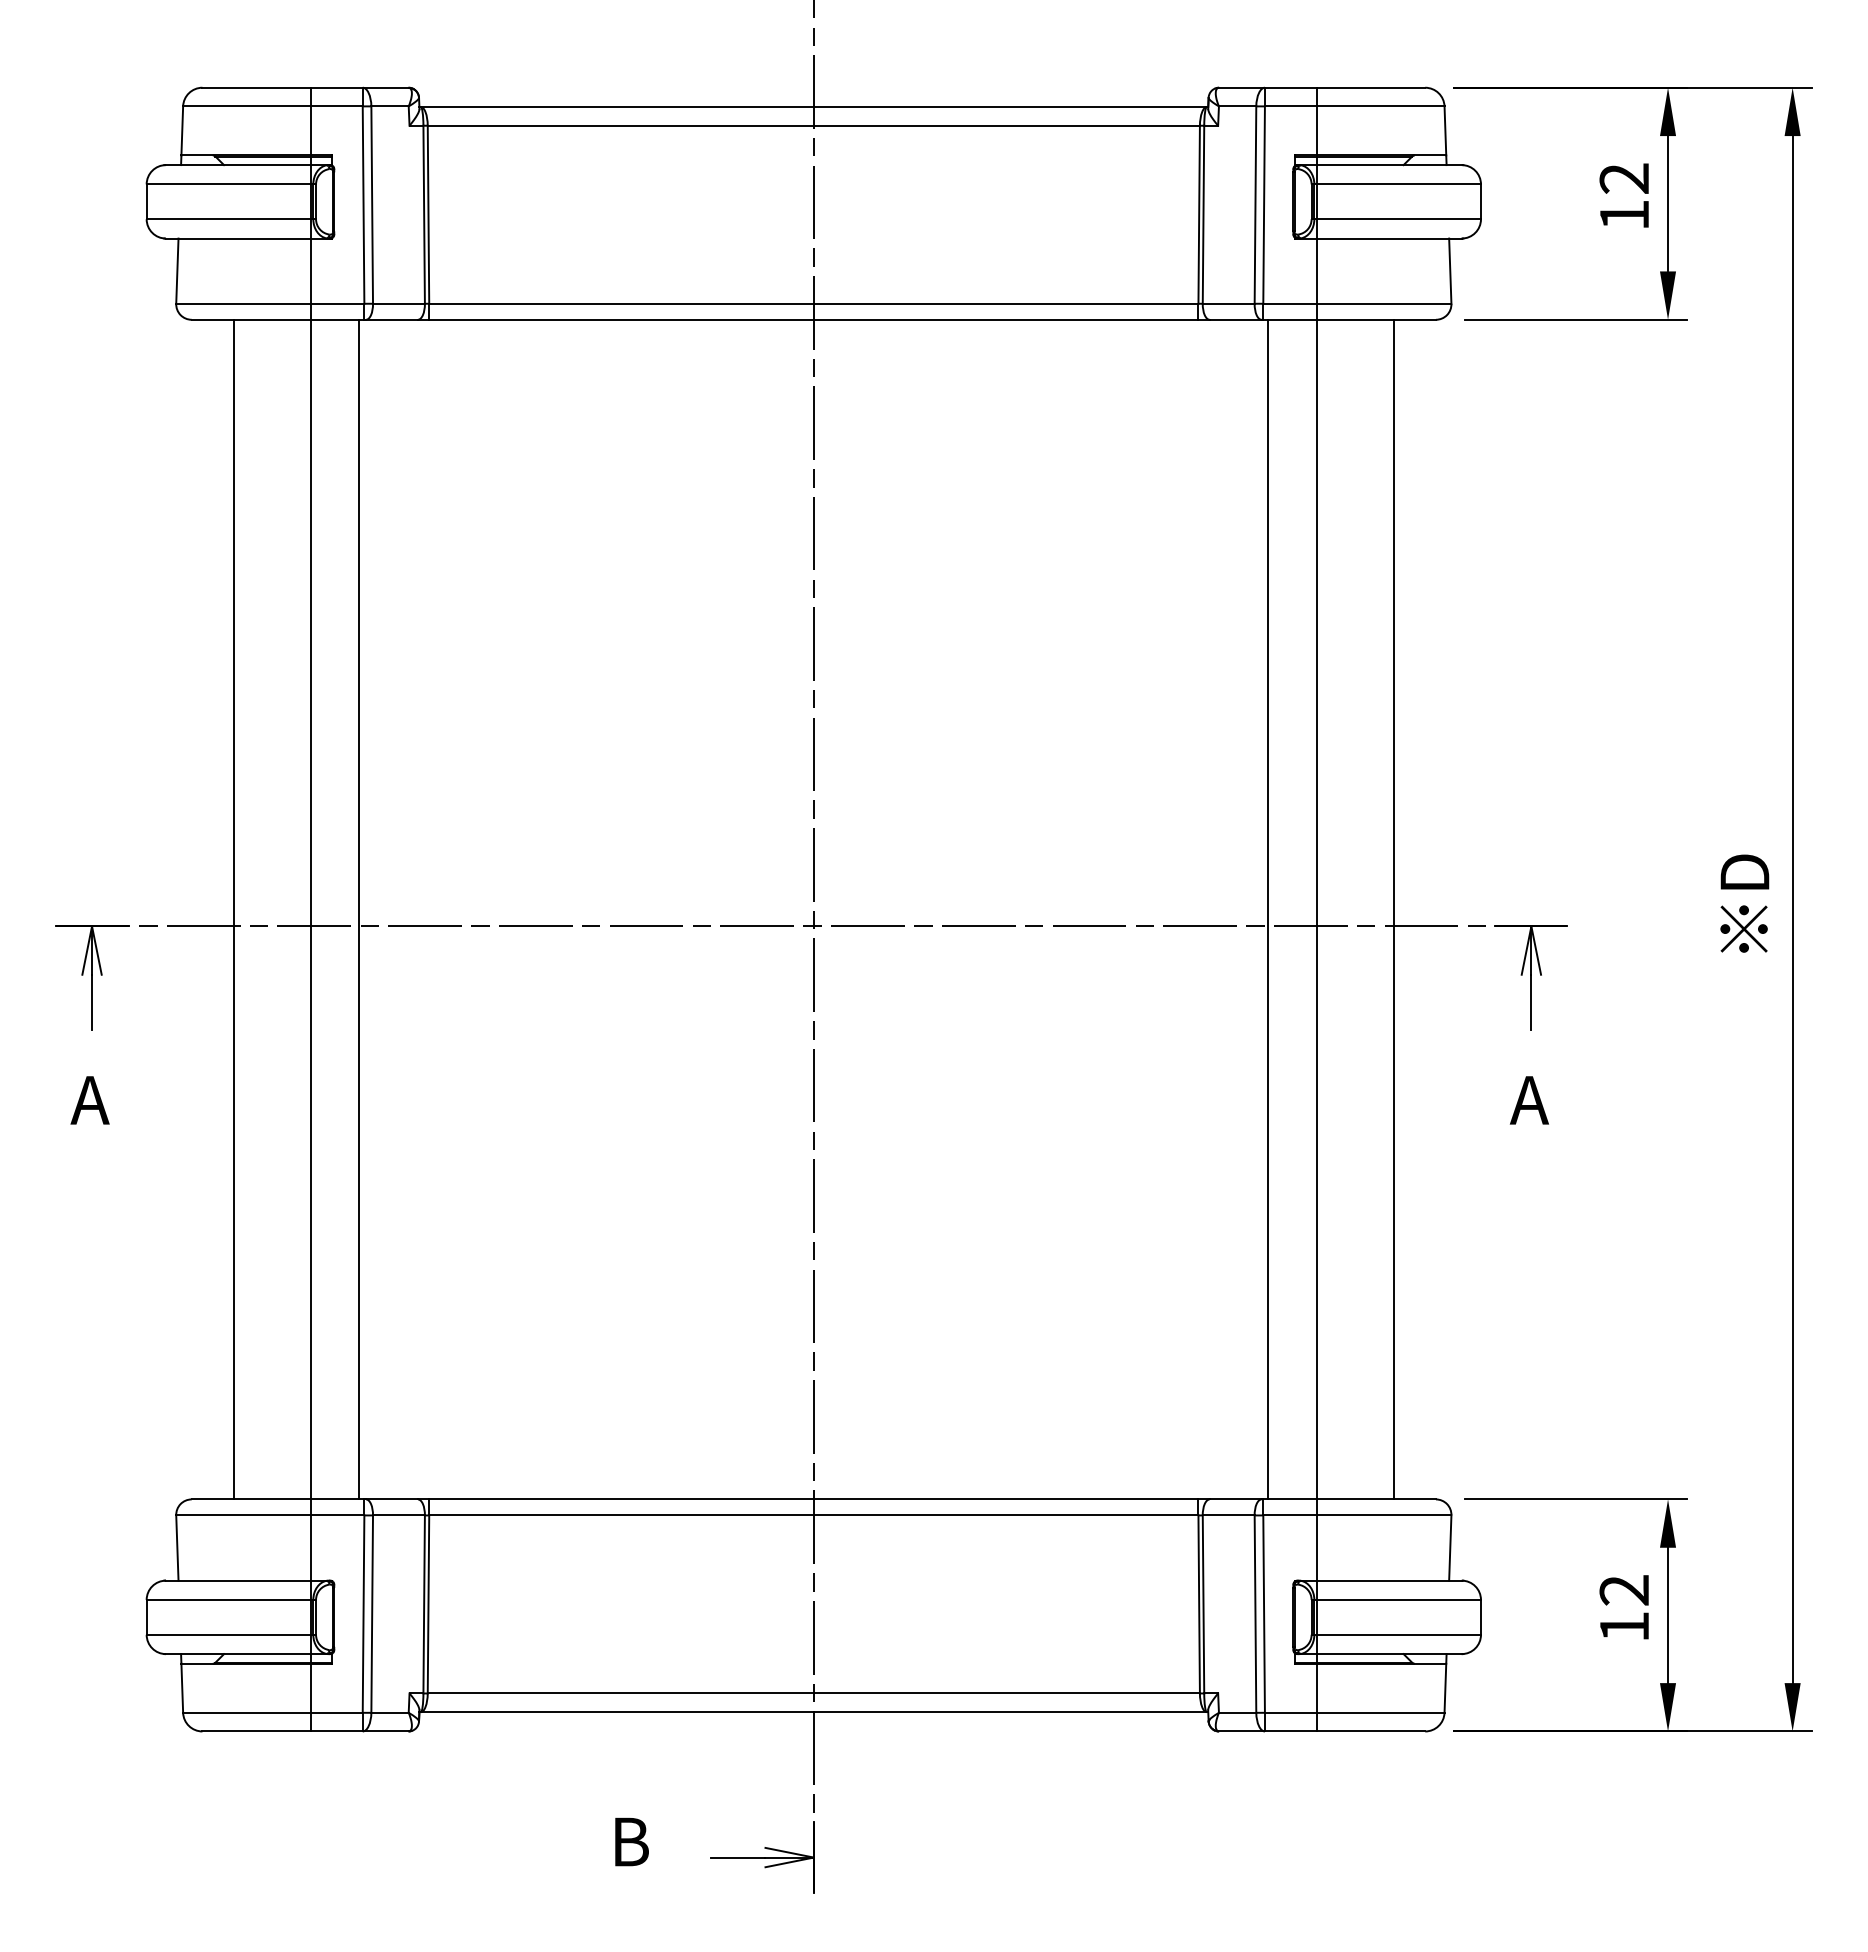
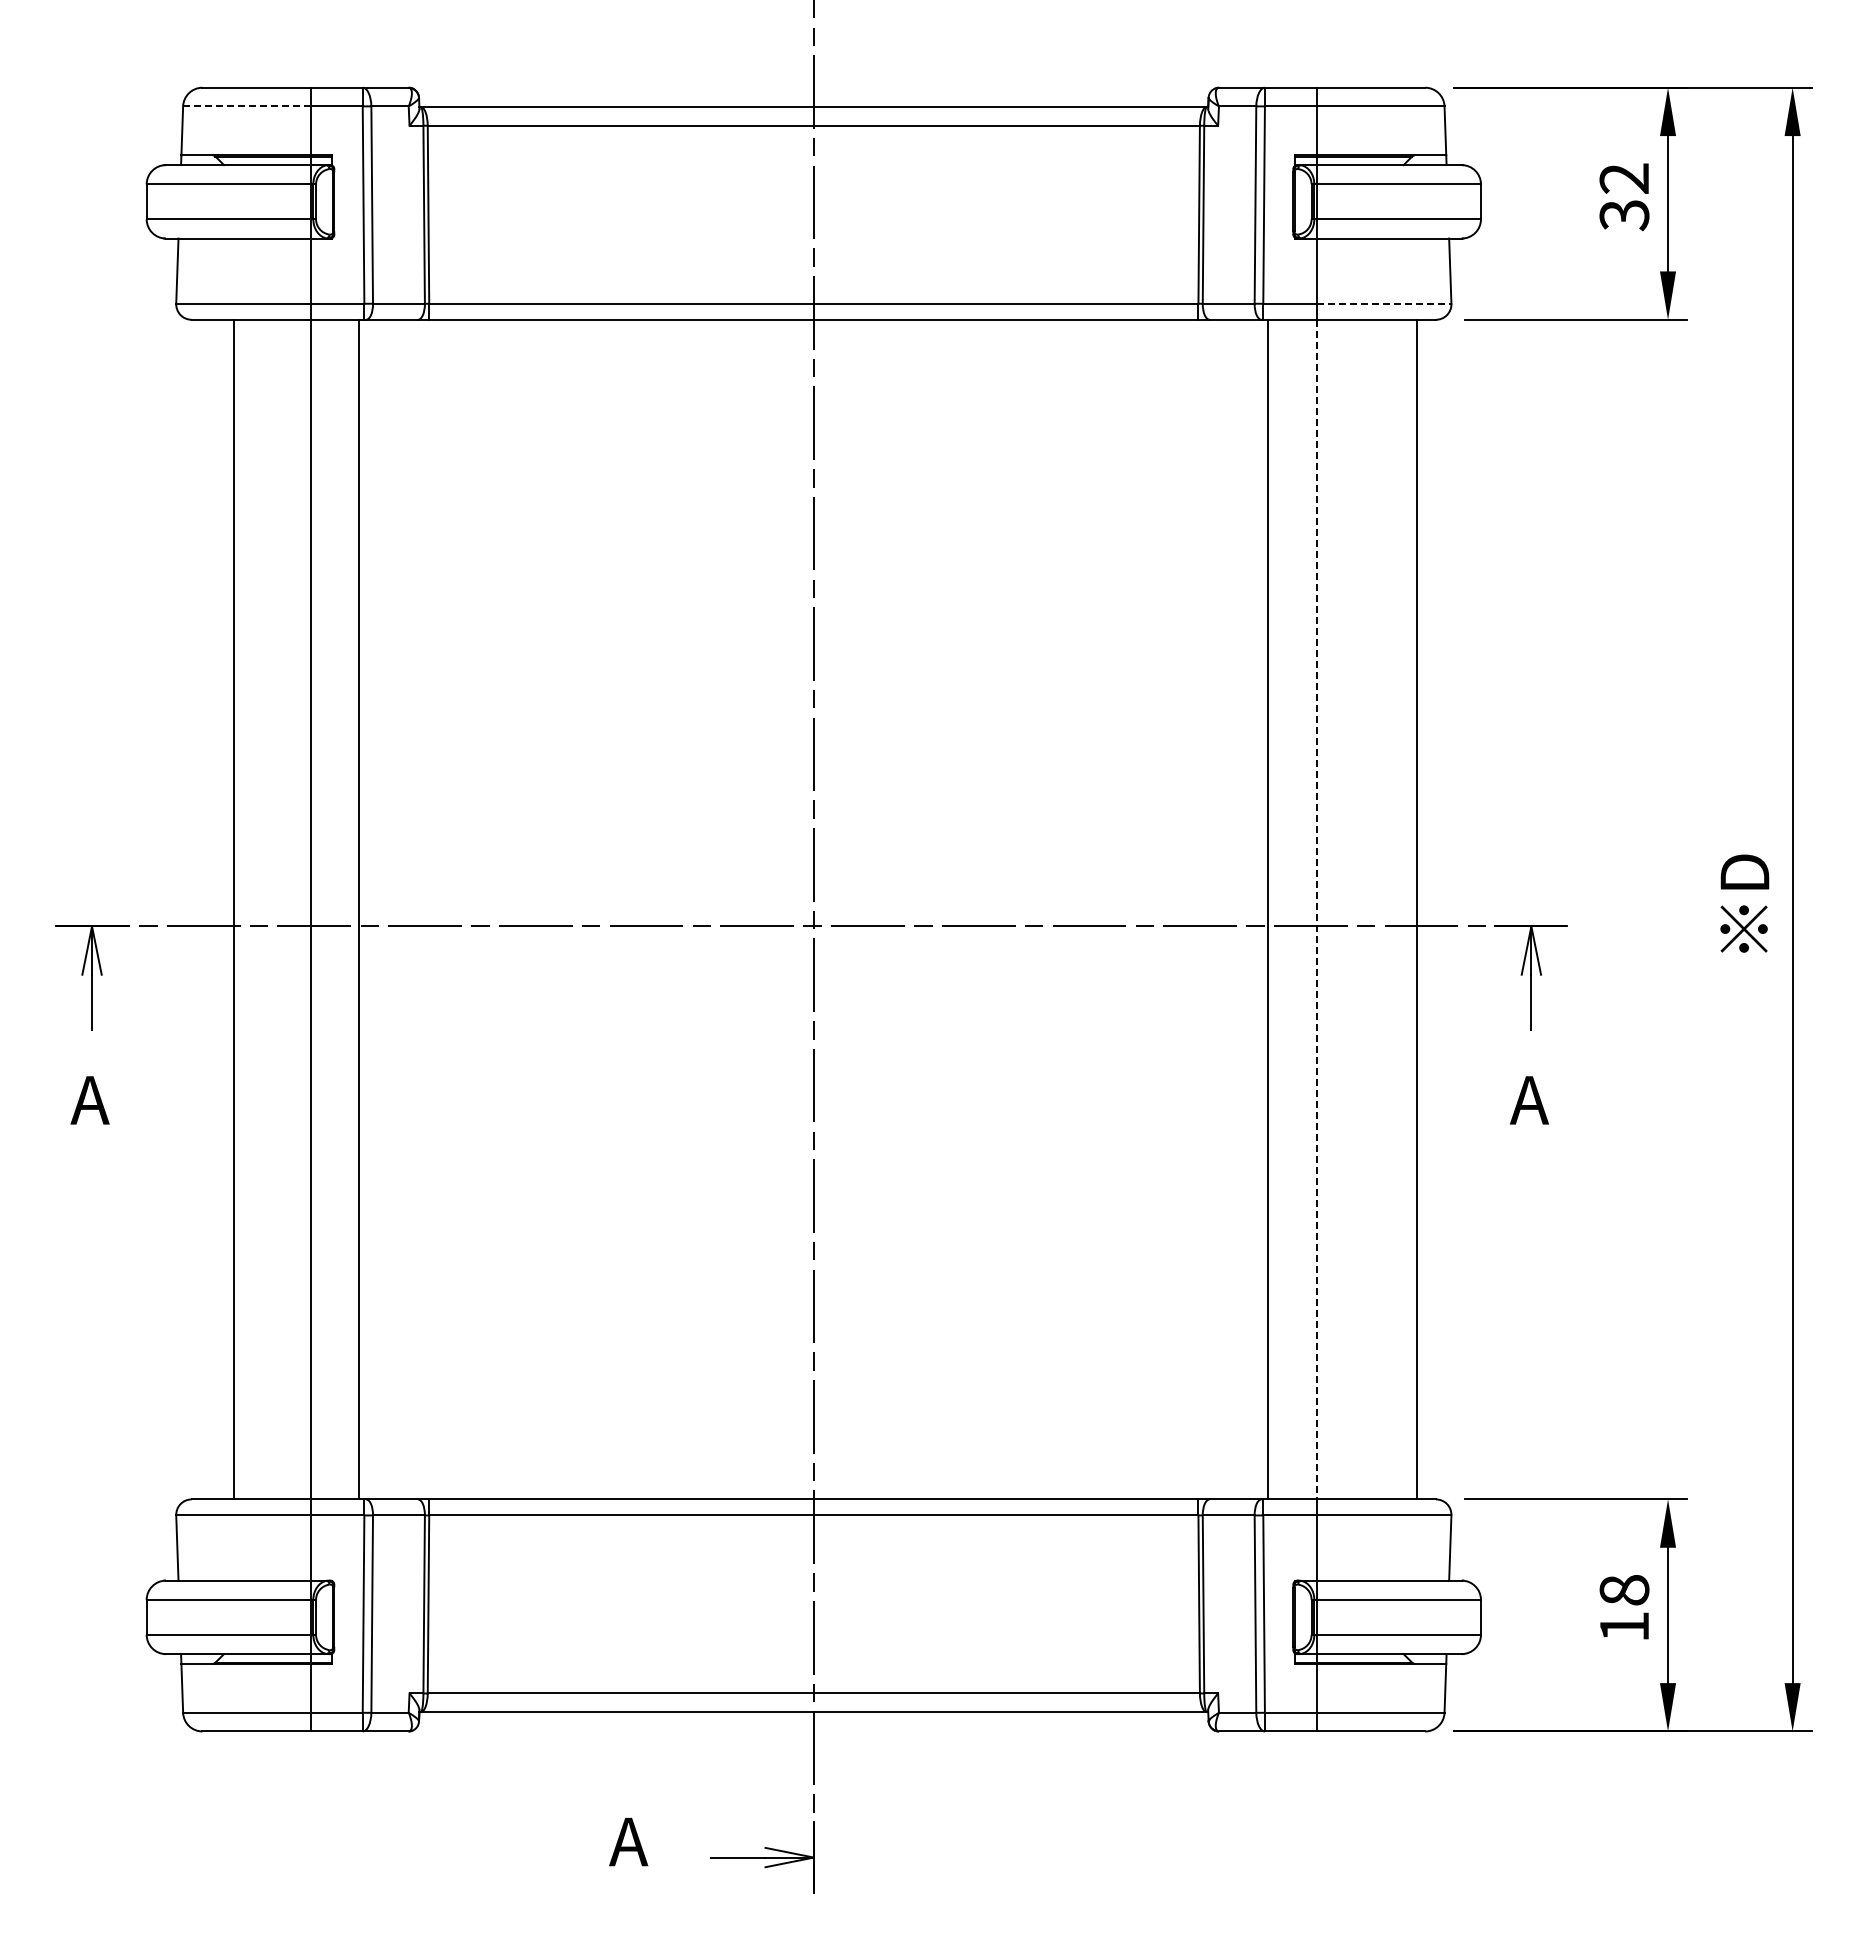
line at (247, 106): solid -> dashed
text at (1624, 215): 12 -> 32
line at (1384, 303): solid -> dashed
line at (1316, 909): solid -> dashed
line at (1393, 909) position: (1393, 909) -> (1416, 909)
text at (1624, 1590): 12 -> 18
text at (628, 1841): B -> A
